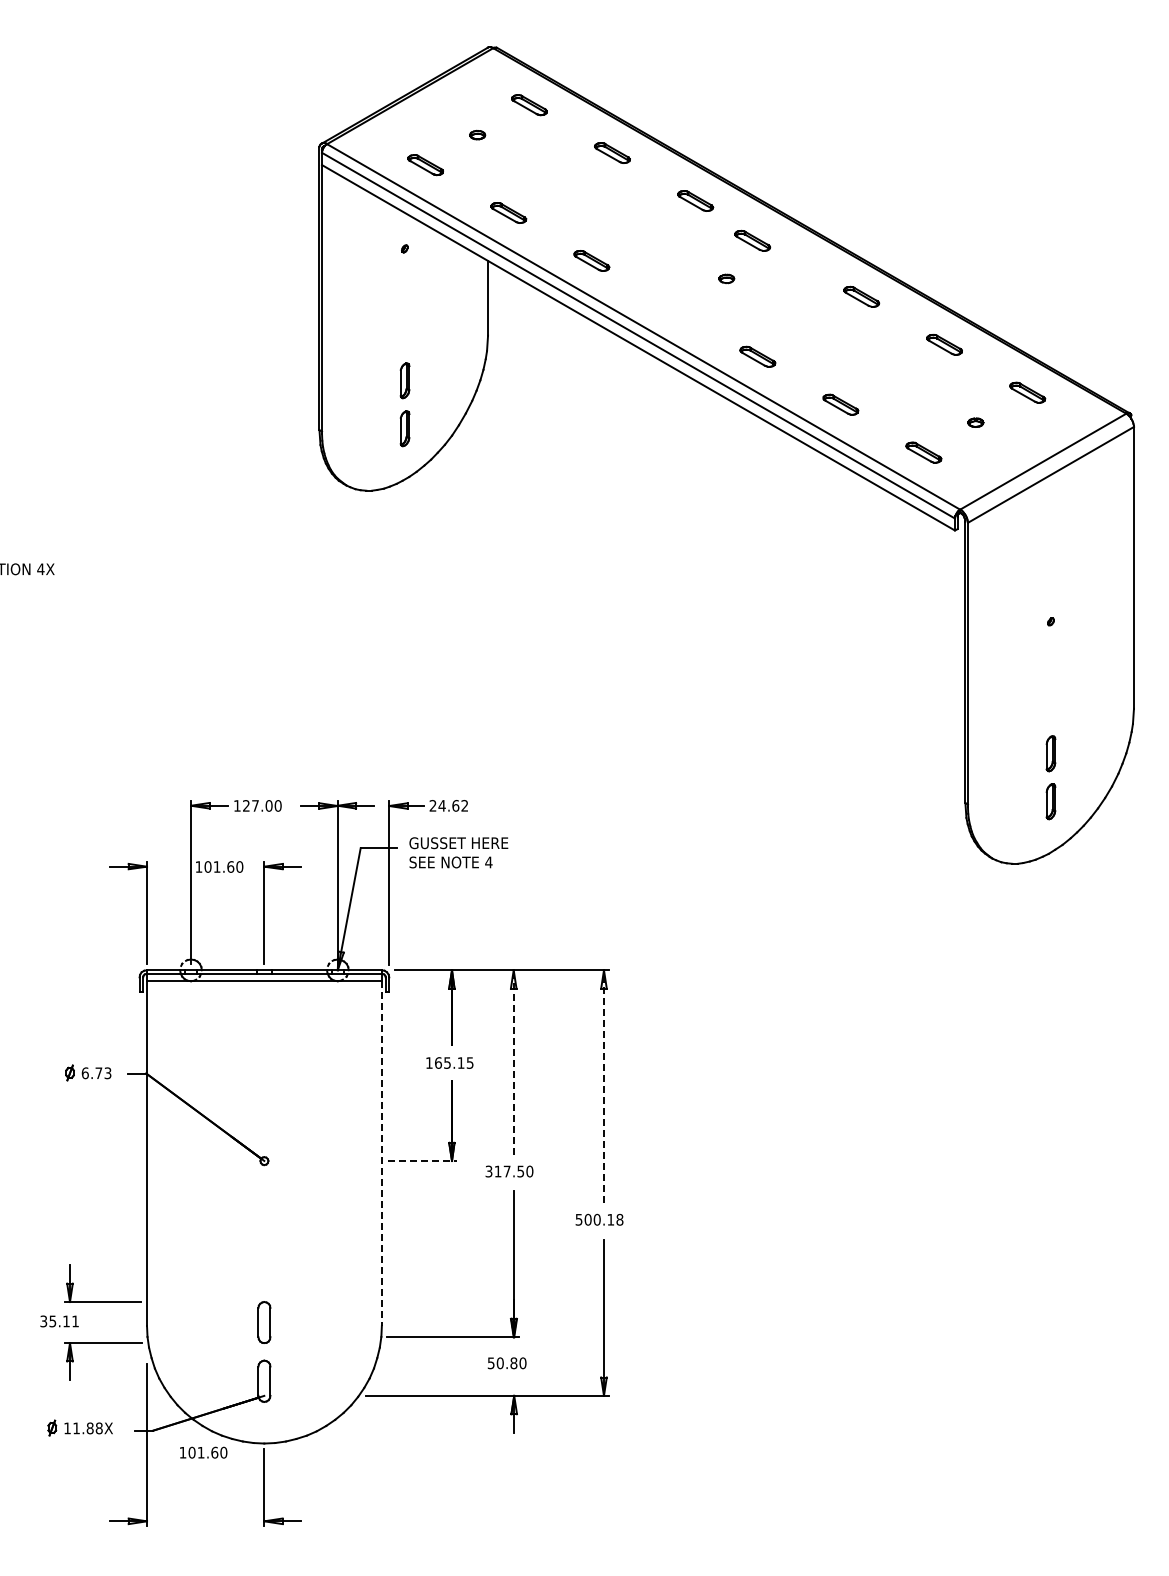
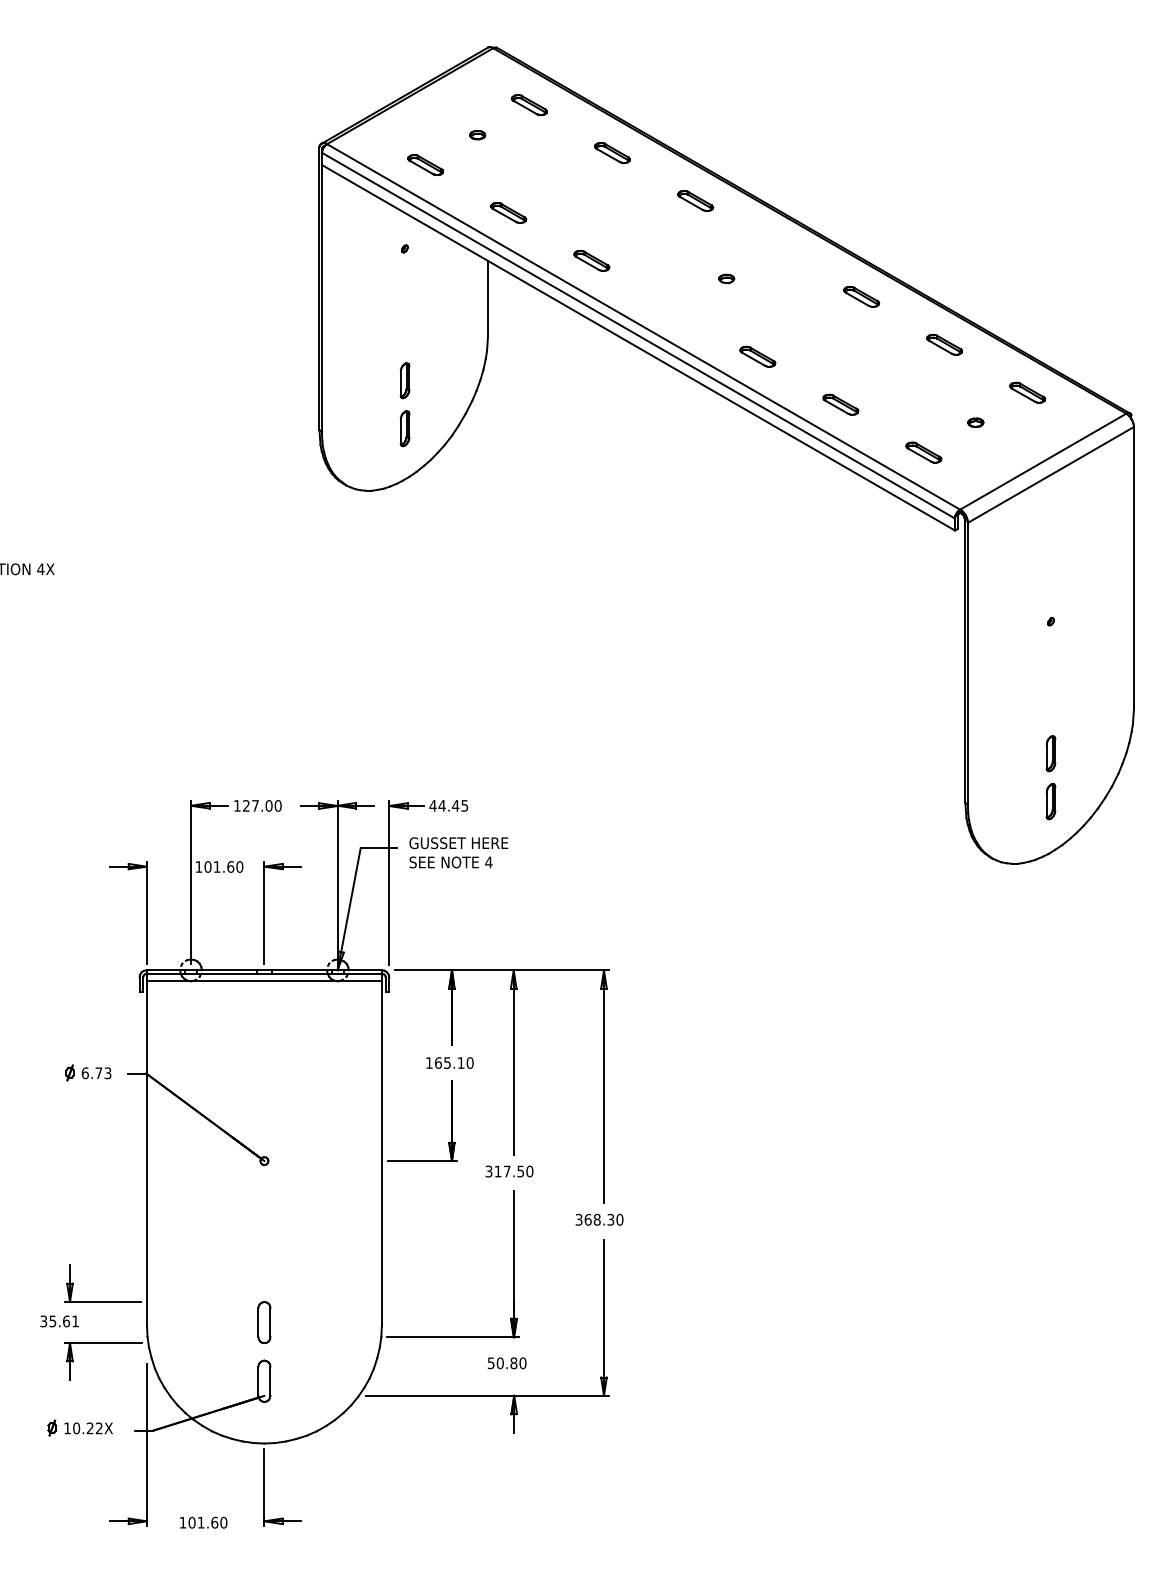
part at (752, 240): present -> none
text at (448, 805): 24.62 -> 44.45
line at (513, 1061): dashed -> solid
text at (469, 1062): 165.15 -> 165.10
line at (603, 1086): dashed -> solid
line at (381, 1154): dashed -> solid
line at (422, 1160): dashed -> solid
text at (599, 1219): 500.18 -> 368.30
text at (66, 1321): 35.11 -> 35.61
text at (87, 1428): 11.88X -> 10.22X
text at (203, 1452) position: (203, 1452) -> (203, 1522)
